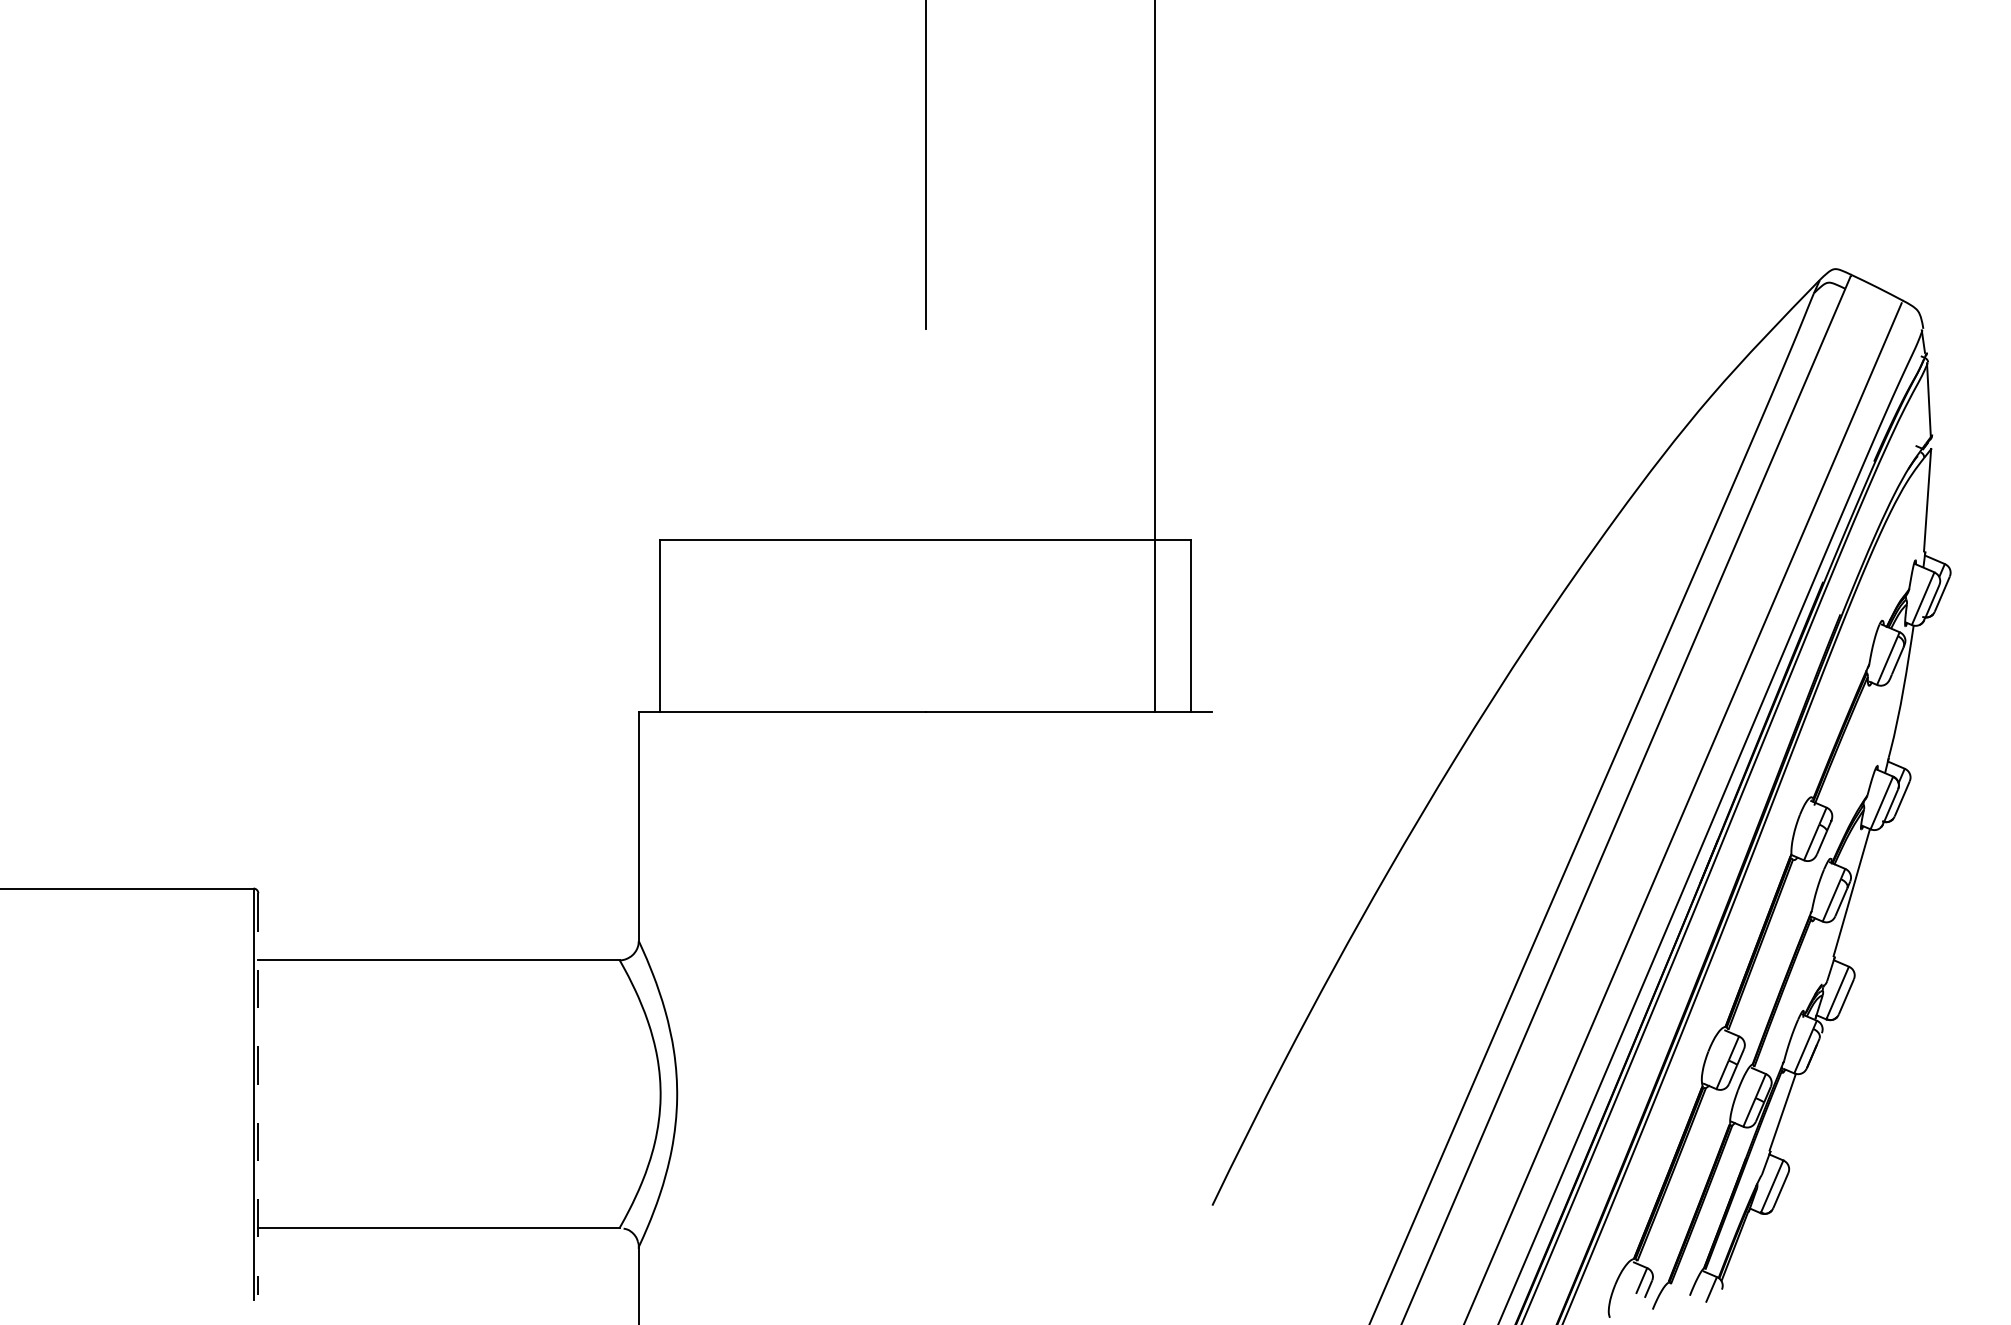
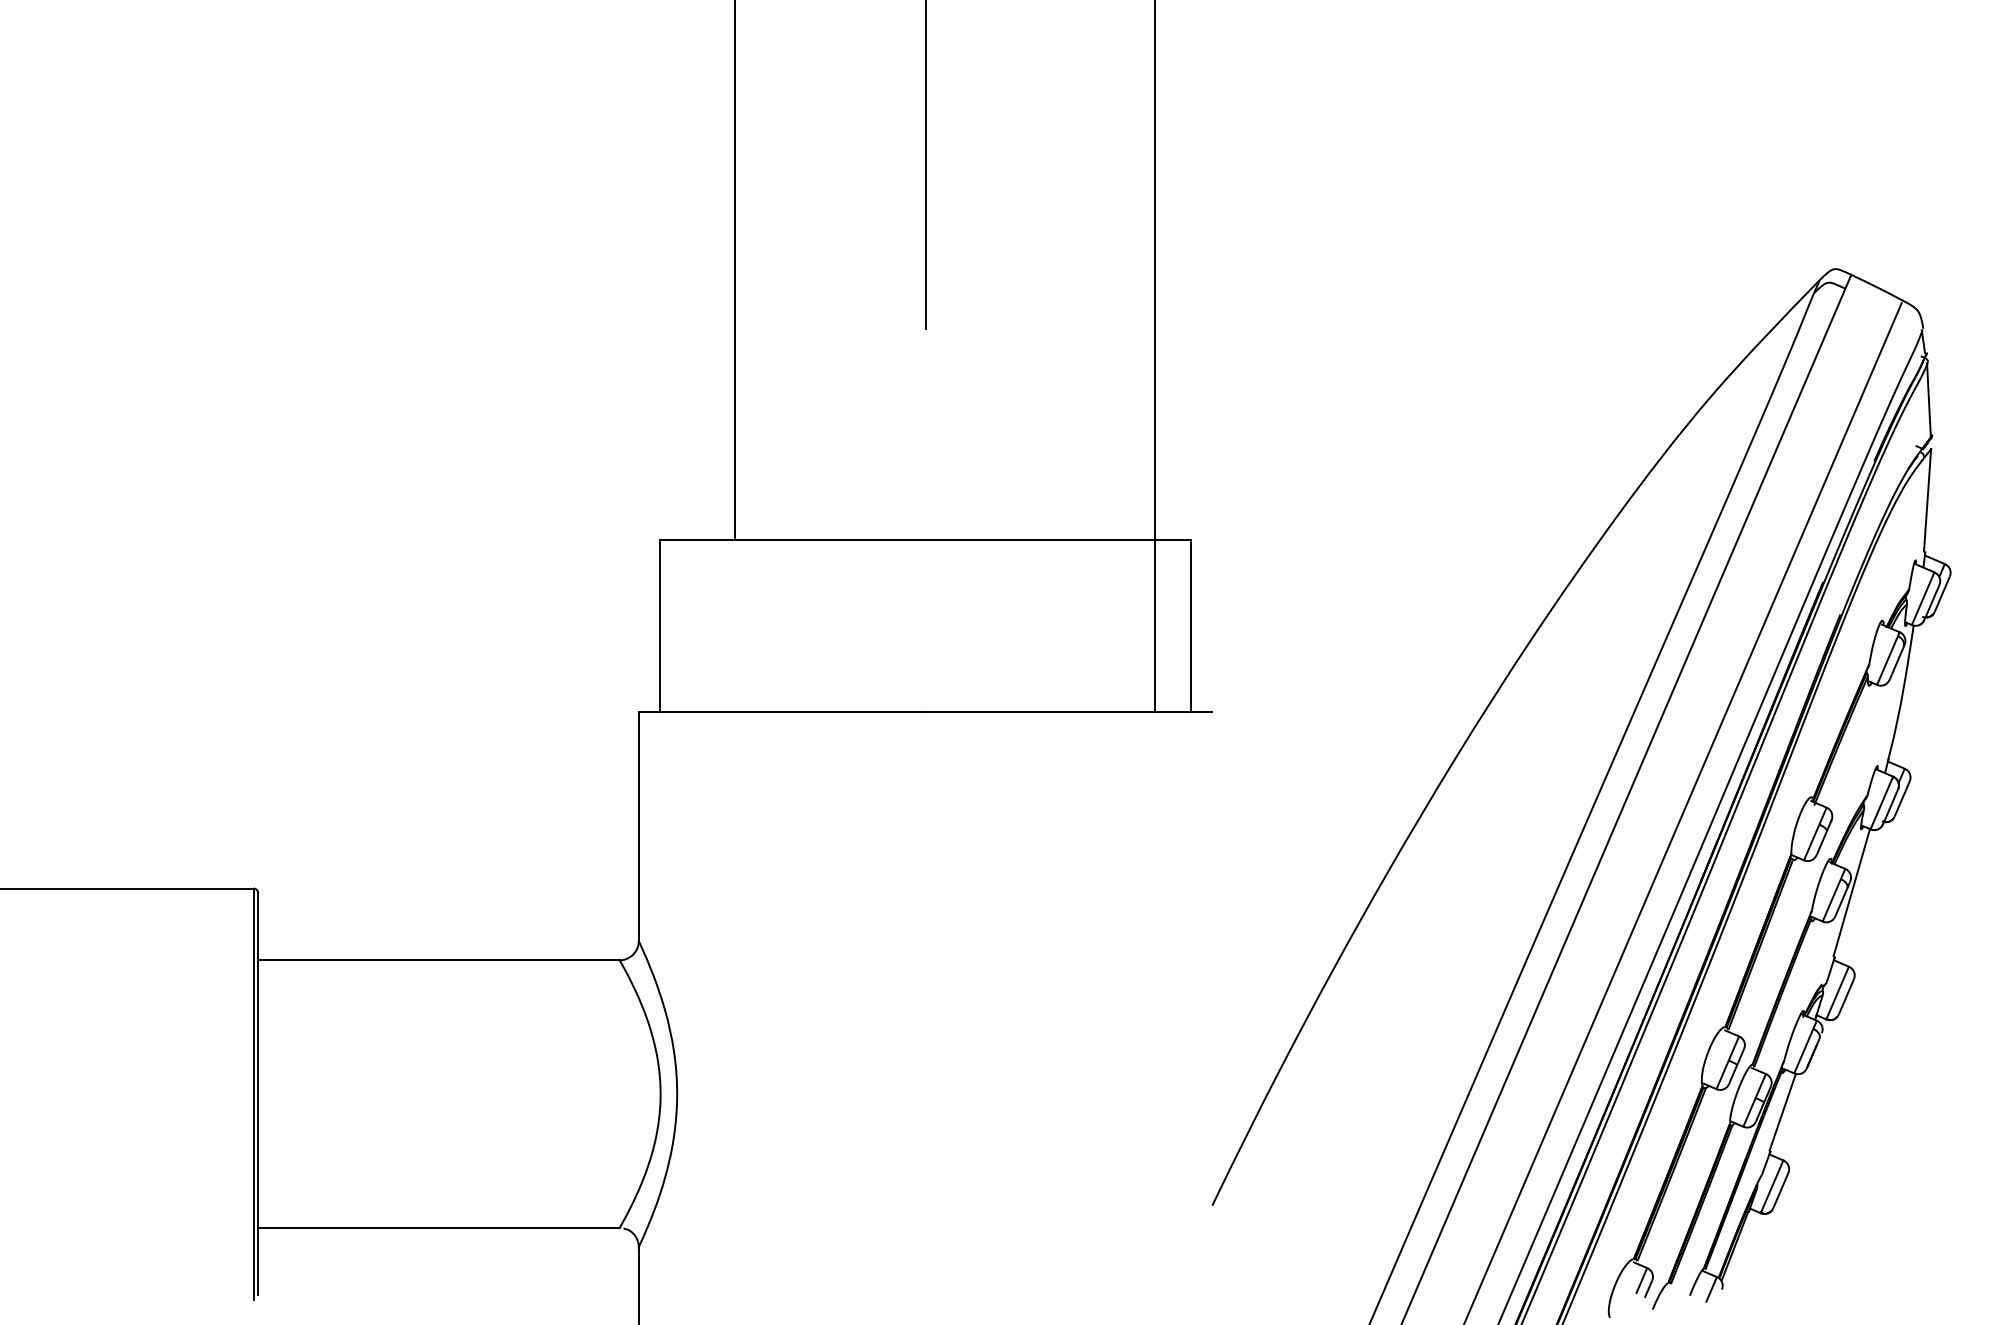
line at (734, 270): none -> present
line at (258, 1094): dashed -> solid
